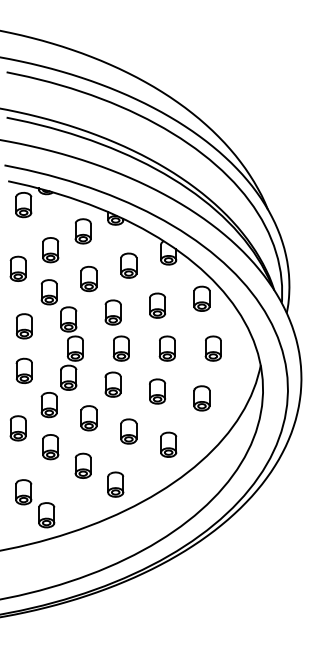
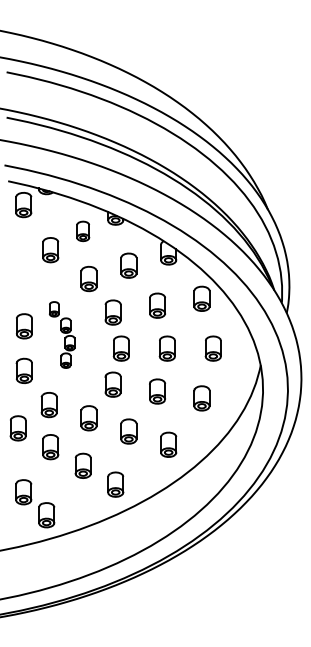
part at (82, 231) size: 18x27 px -> 15x23 px
part at (17, 268): present -> none
part at (61, 334) size: 44x112 px -> 27x68 px
